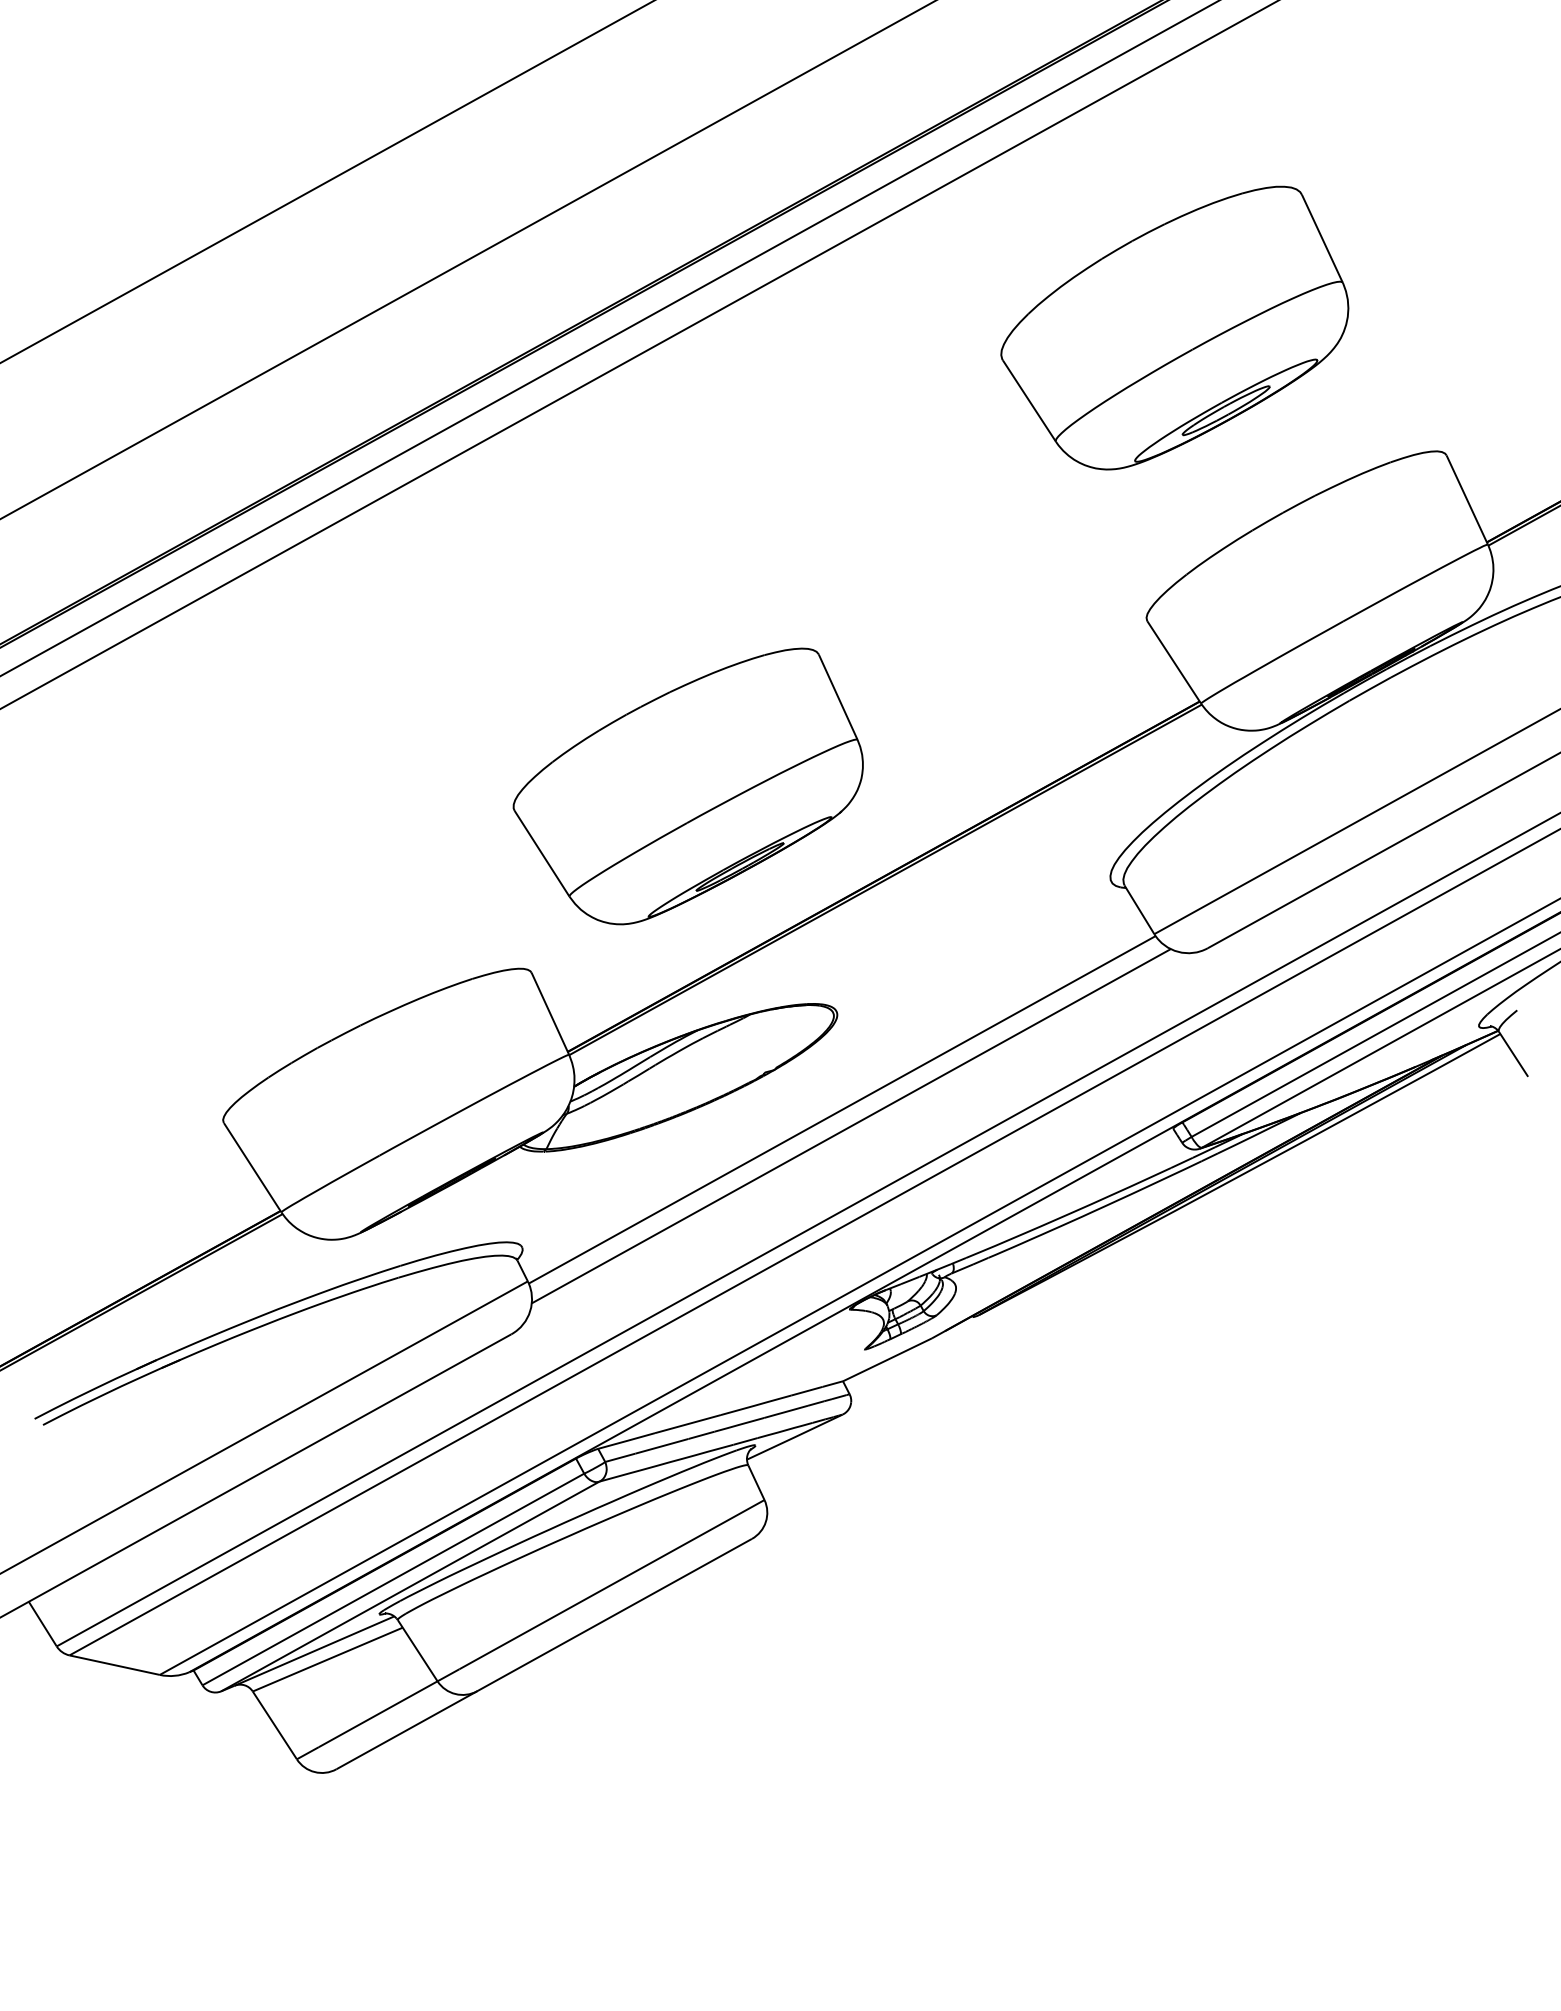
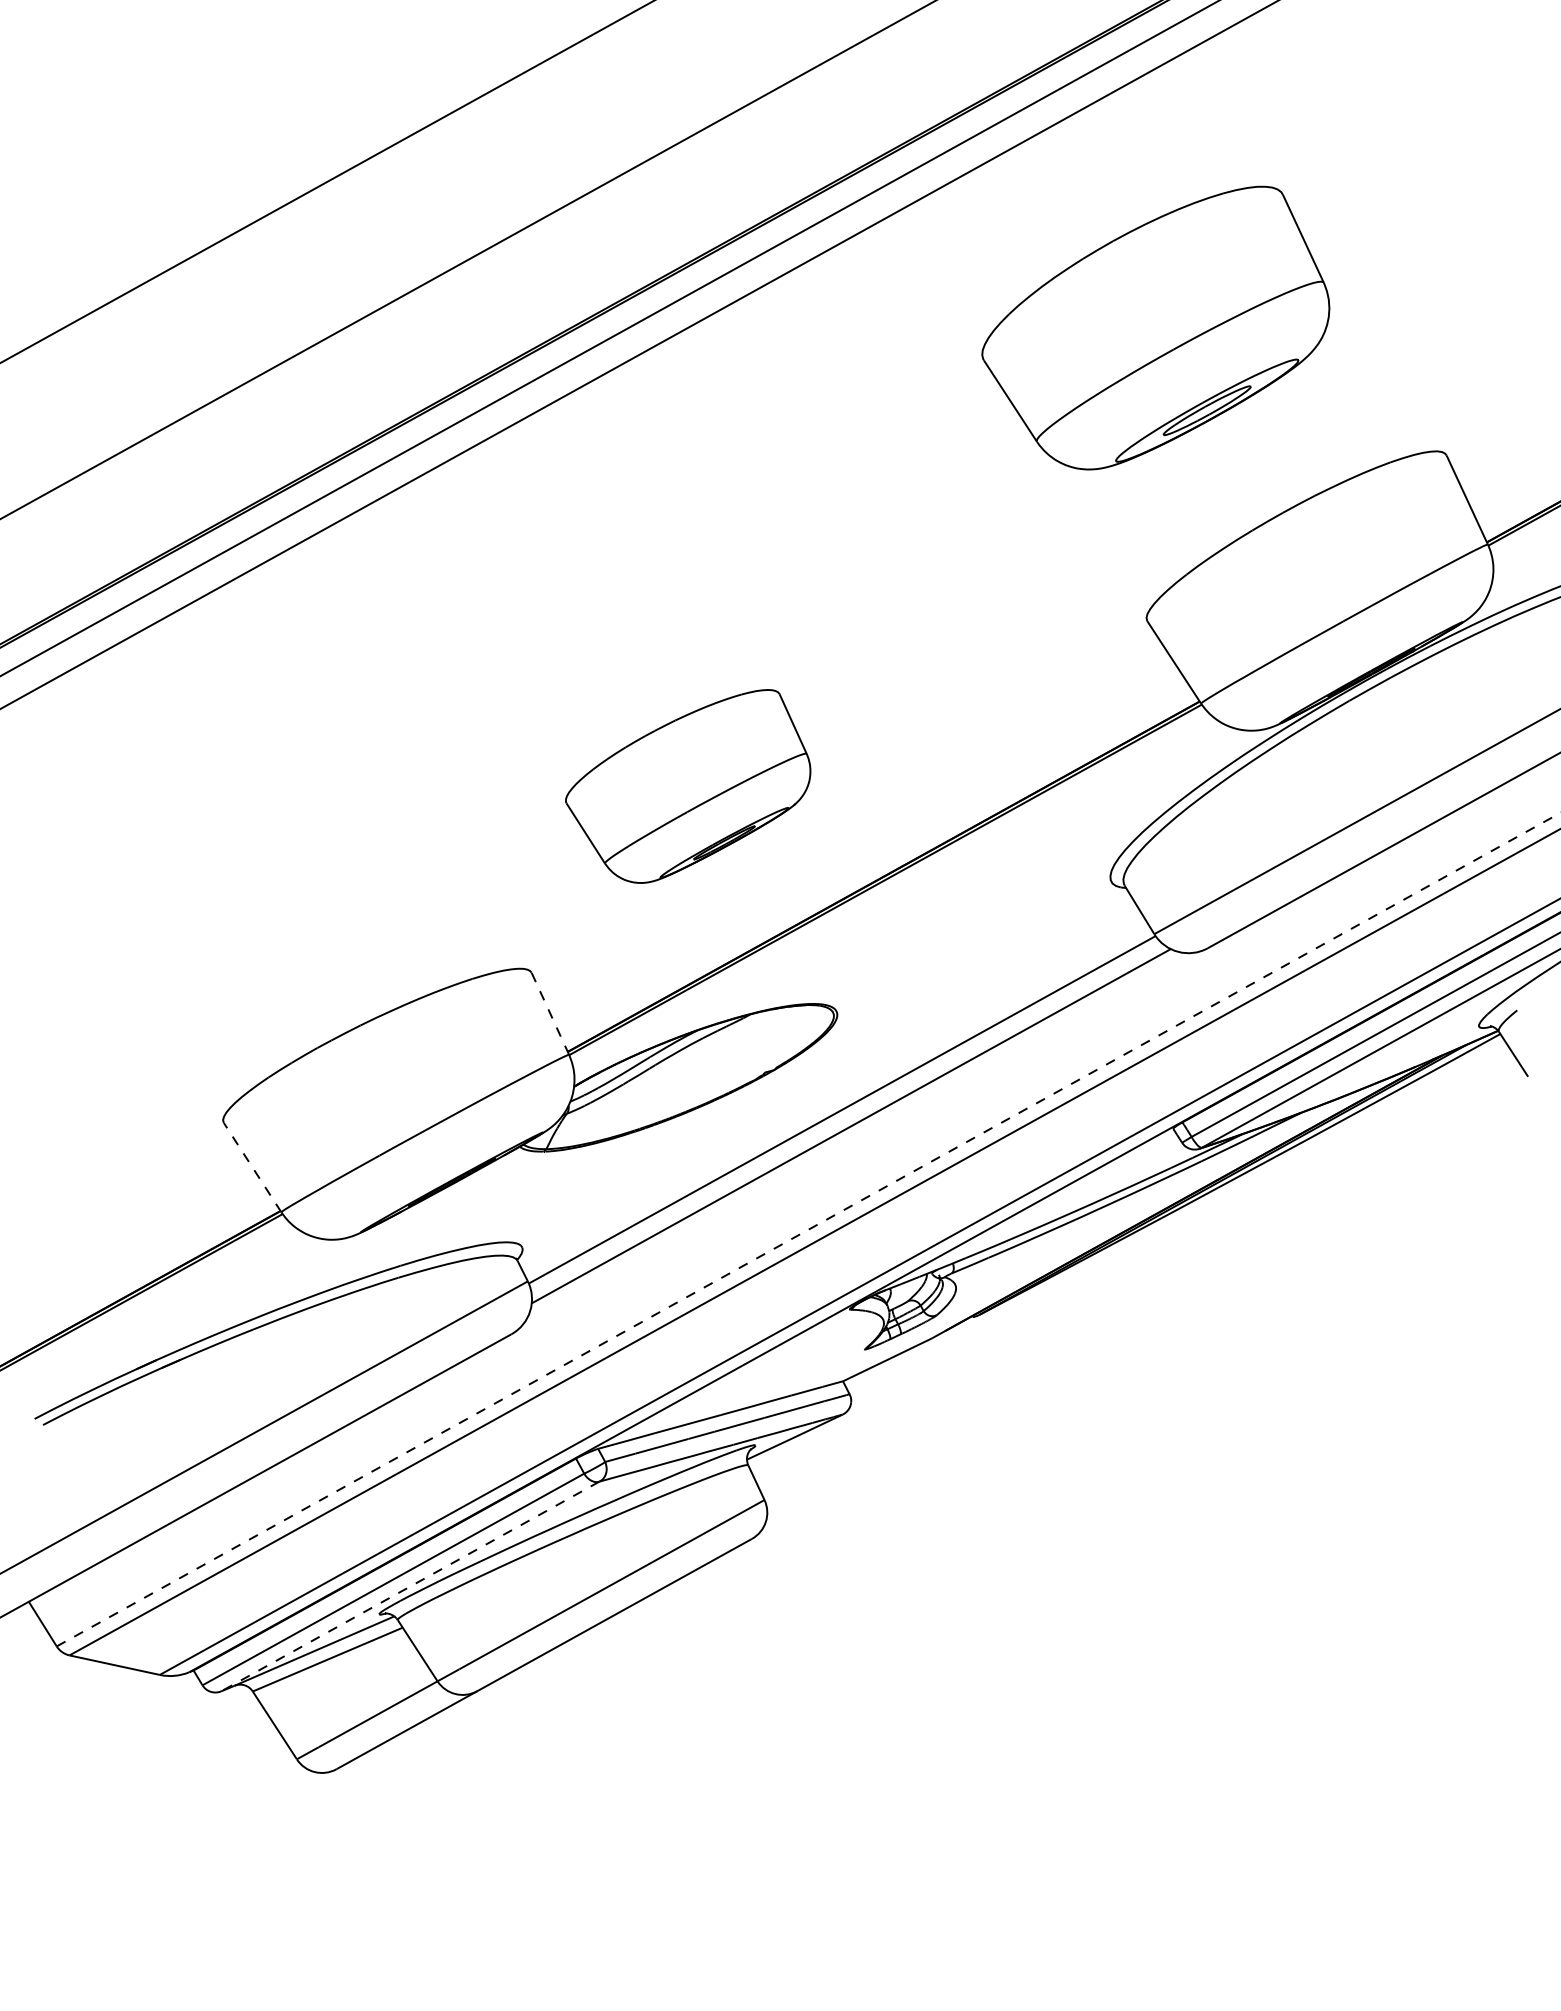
part at (1174, 327) position: (1174, 327) -> (1155, 327)
part at (687, 786) size: 352x279 px -> 247x195 px
line at (550, 1013): solid -> dashed
line at (252, 1167): solid -> dashed
line at (808, 1229): solid -> dashed
line at (409, 1586): solid -> dashed
